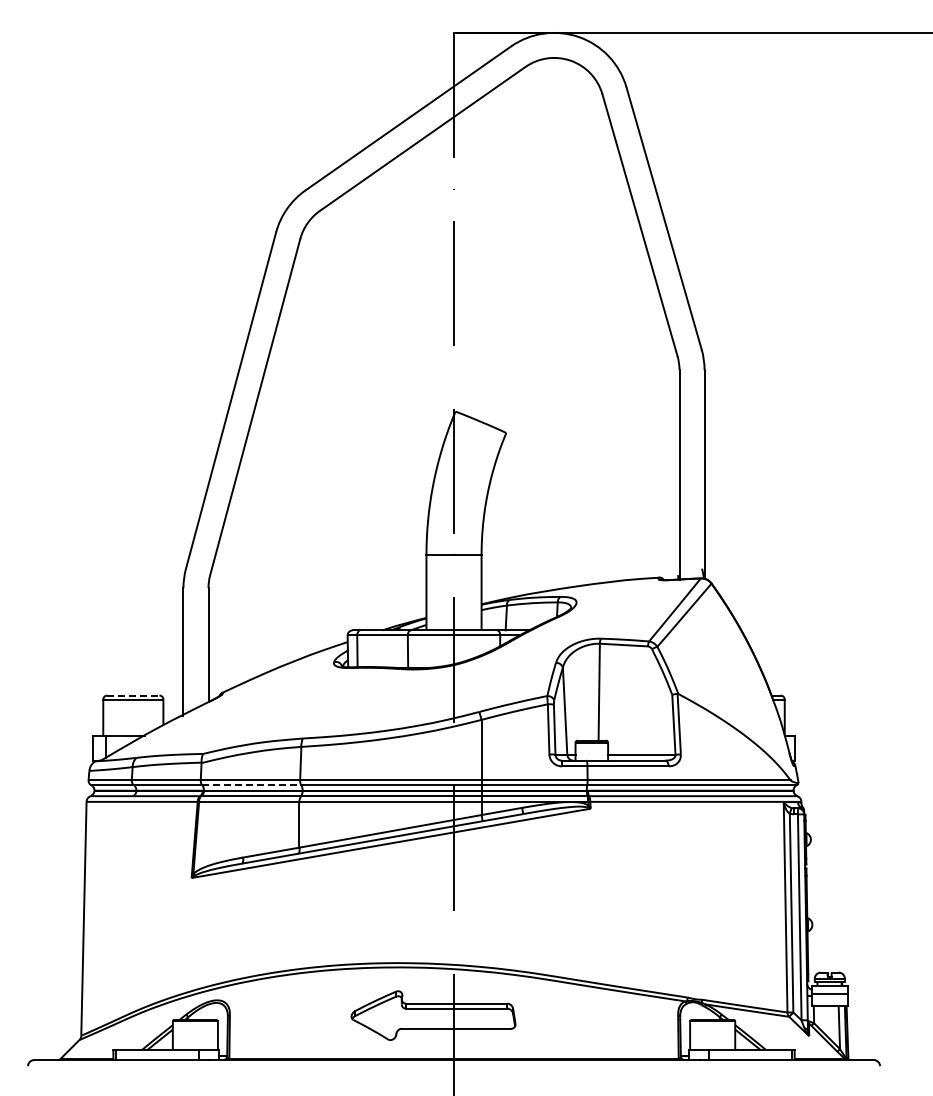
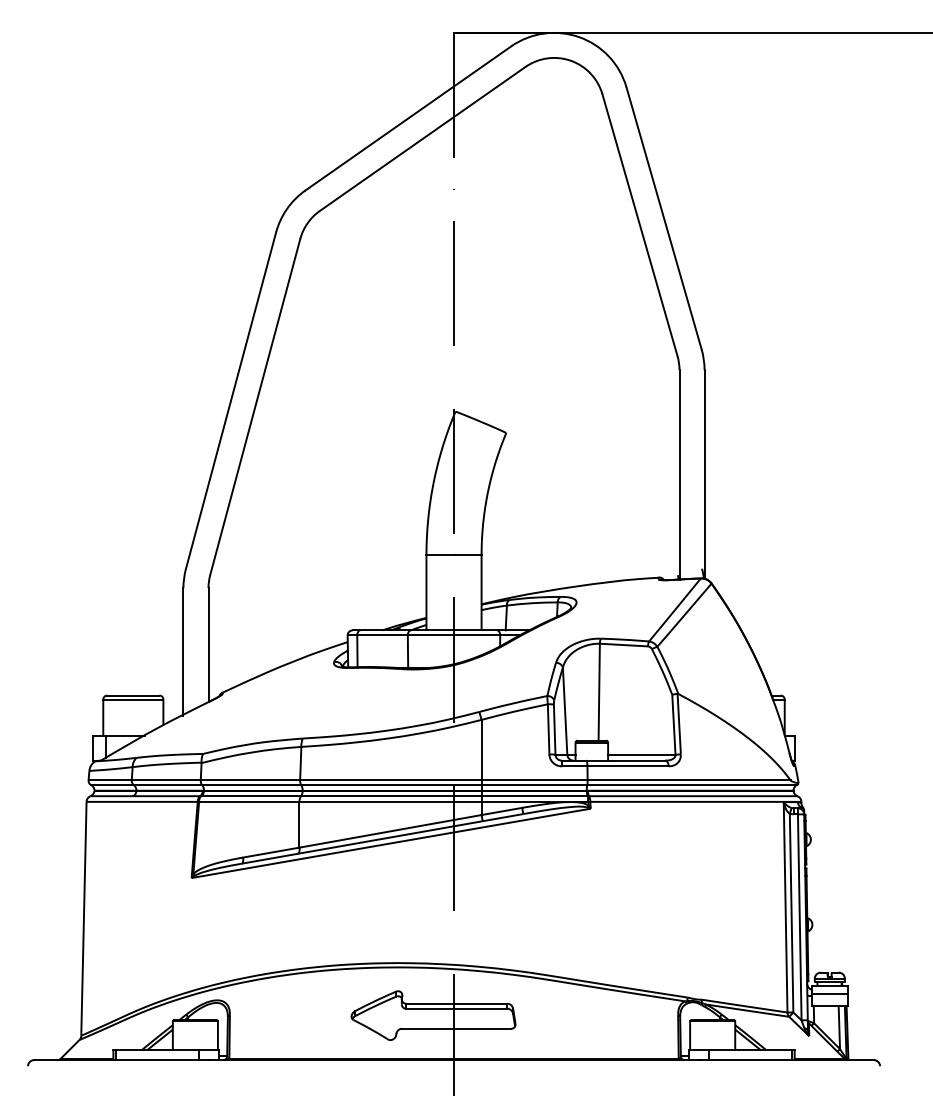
line at (133, 695): dashed -> solid
line at (251, 785): dashed -> solid
